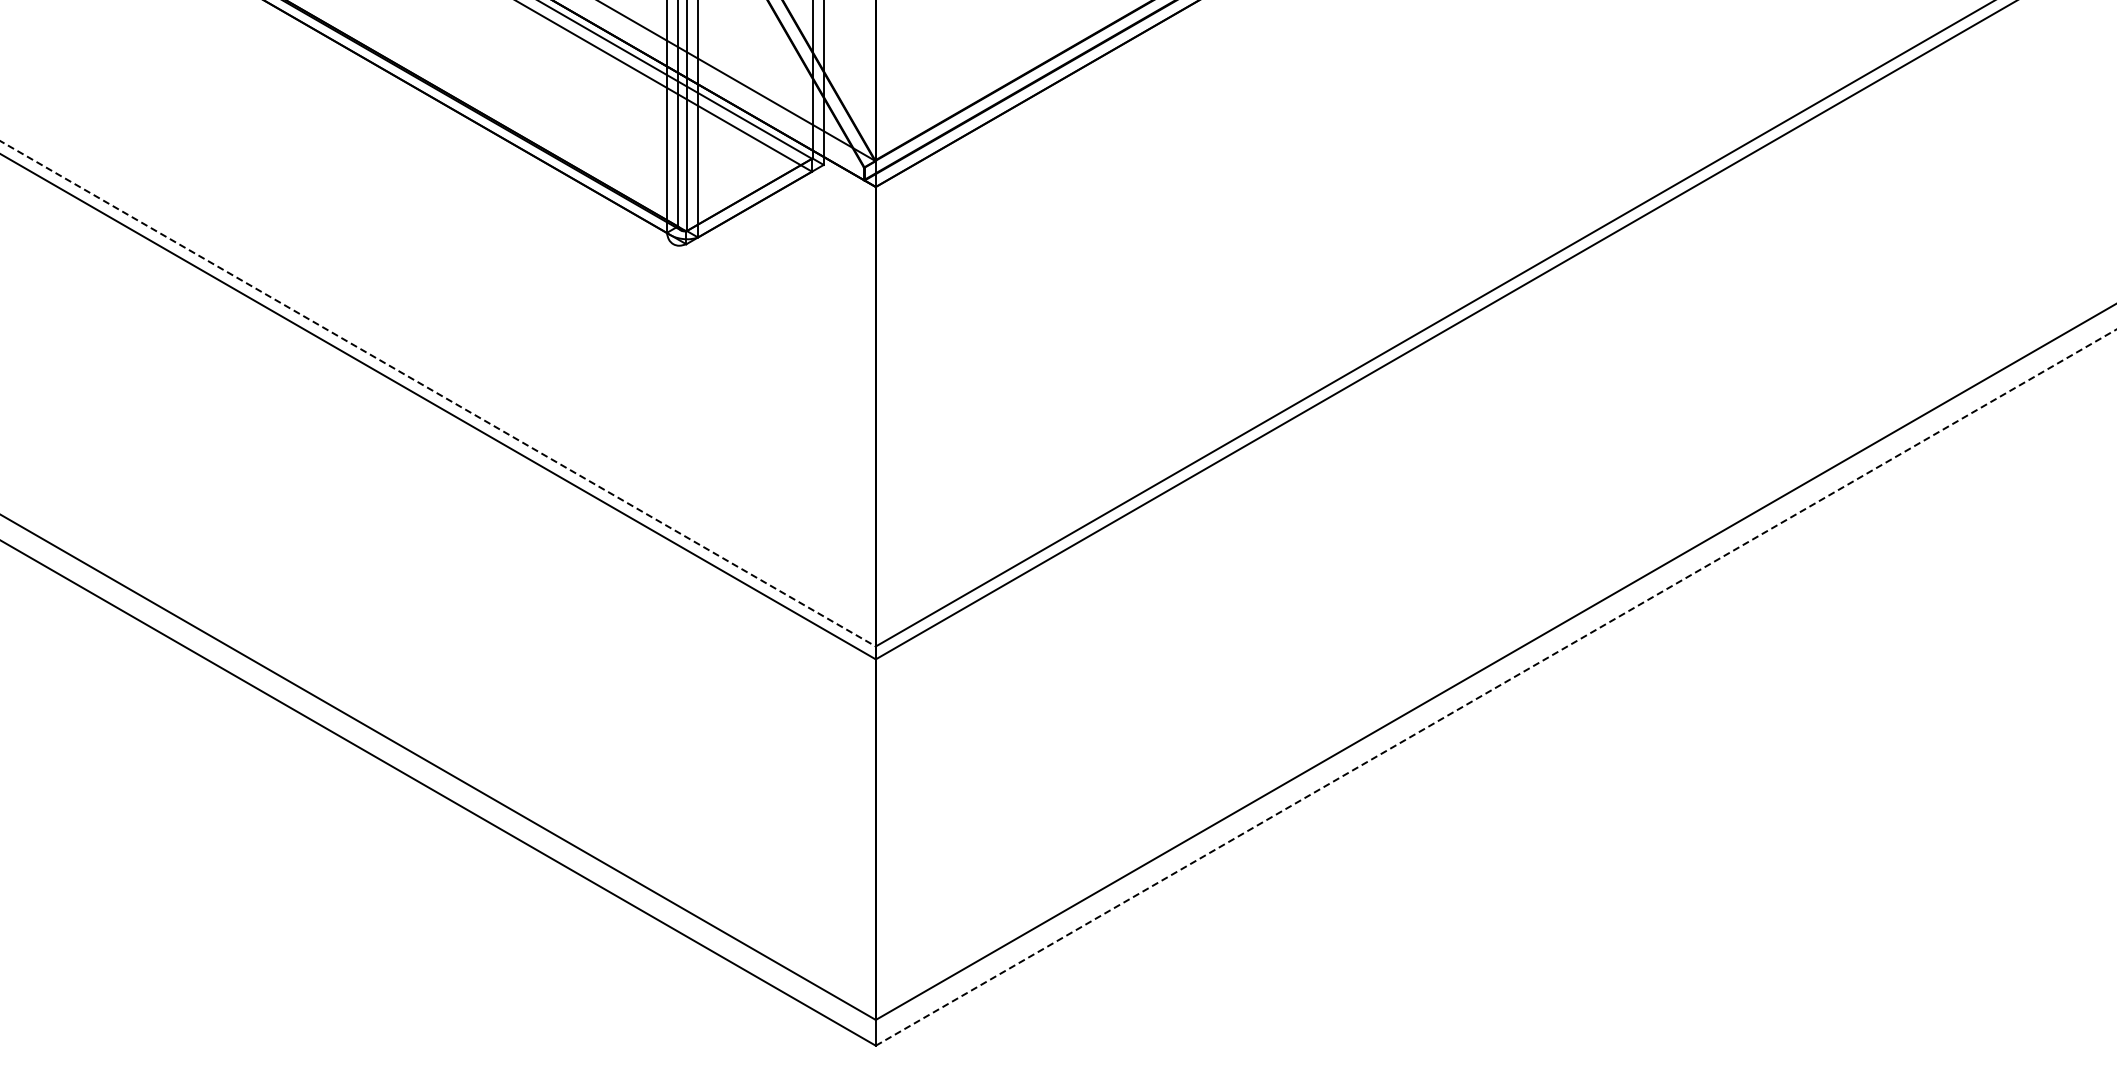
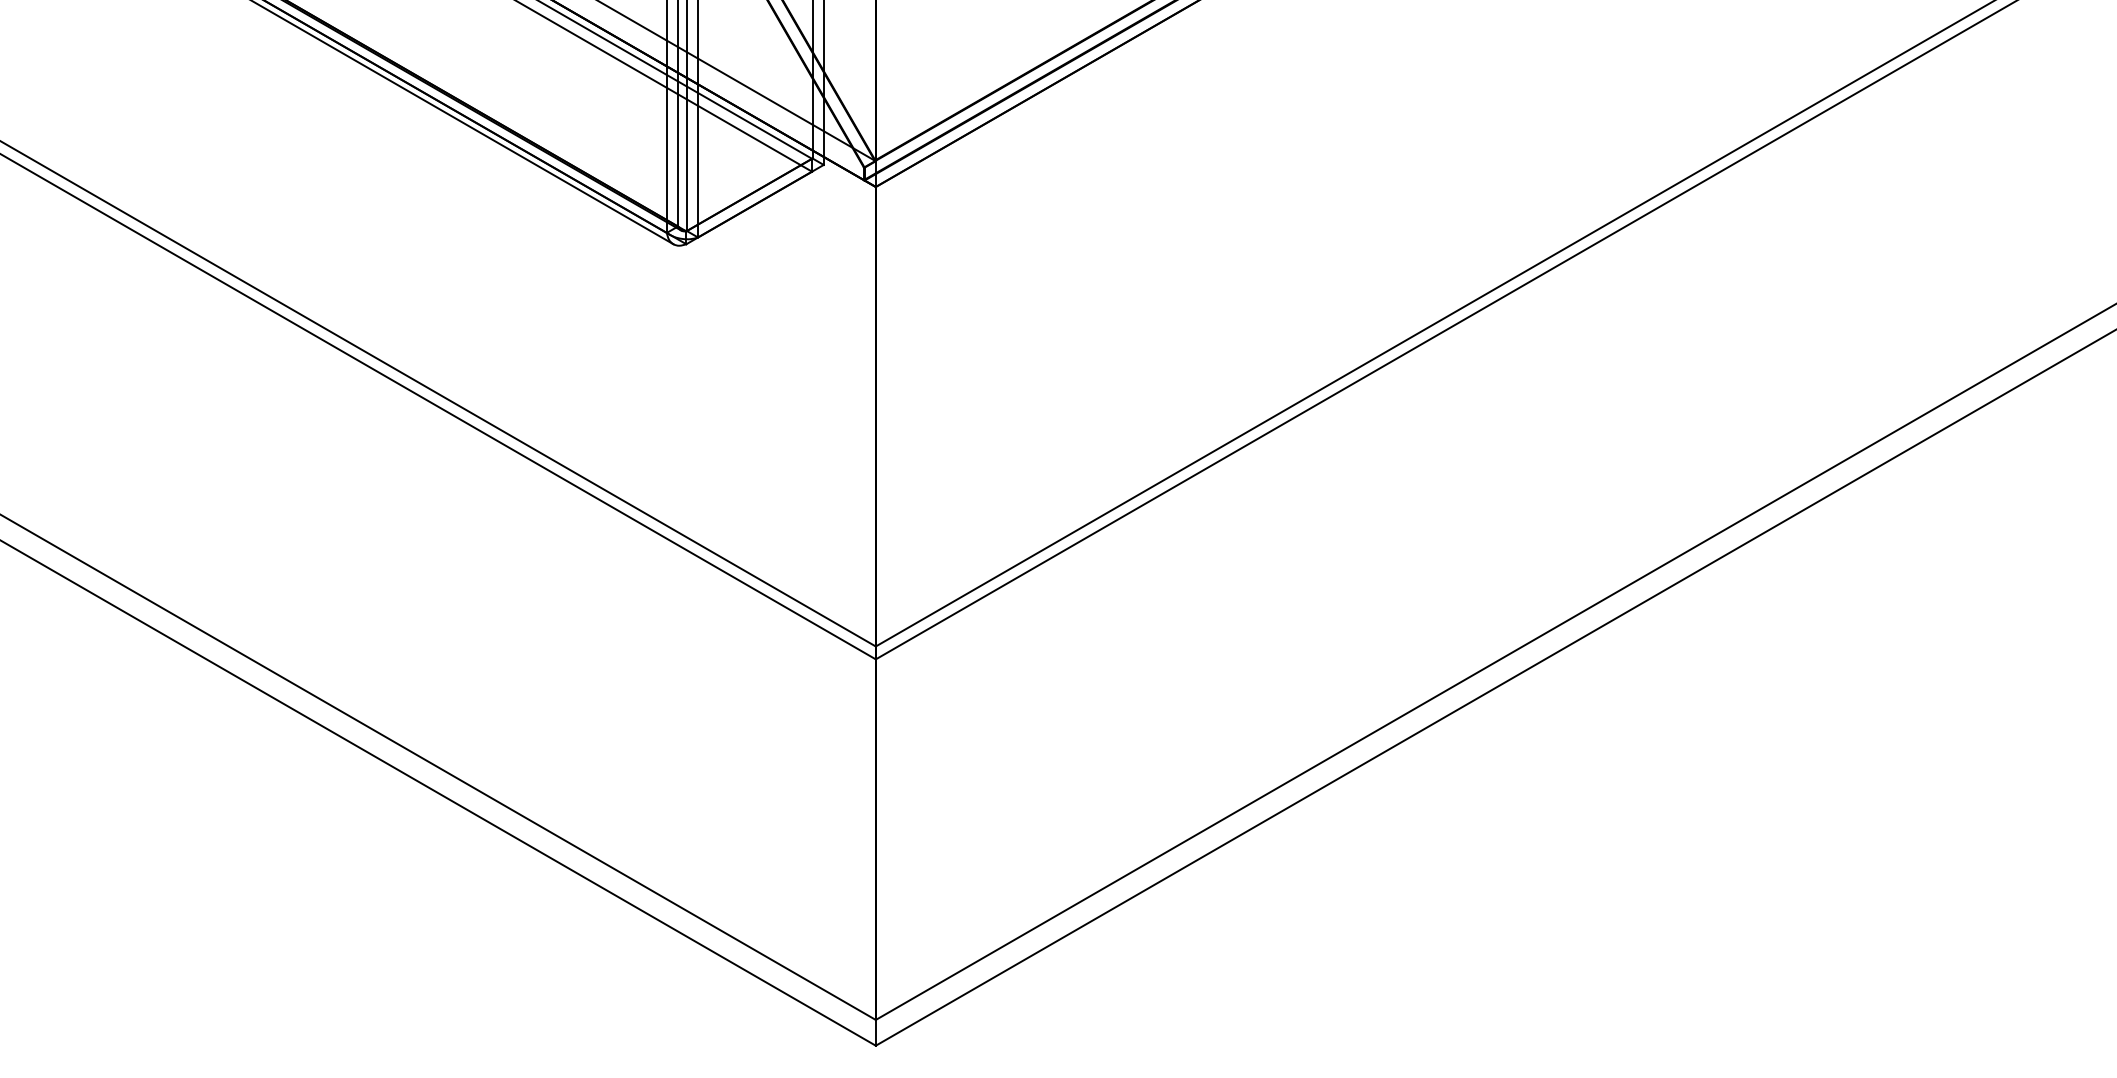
line at (463, 123): none -> present
line at (438, 394): dashed -> solid
line at (1496, 687): dashed -> solid
